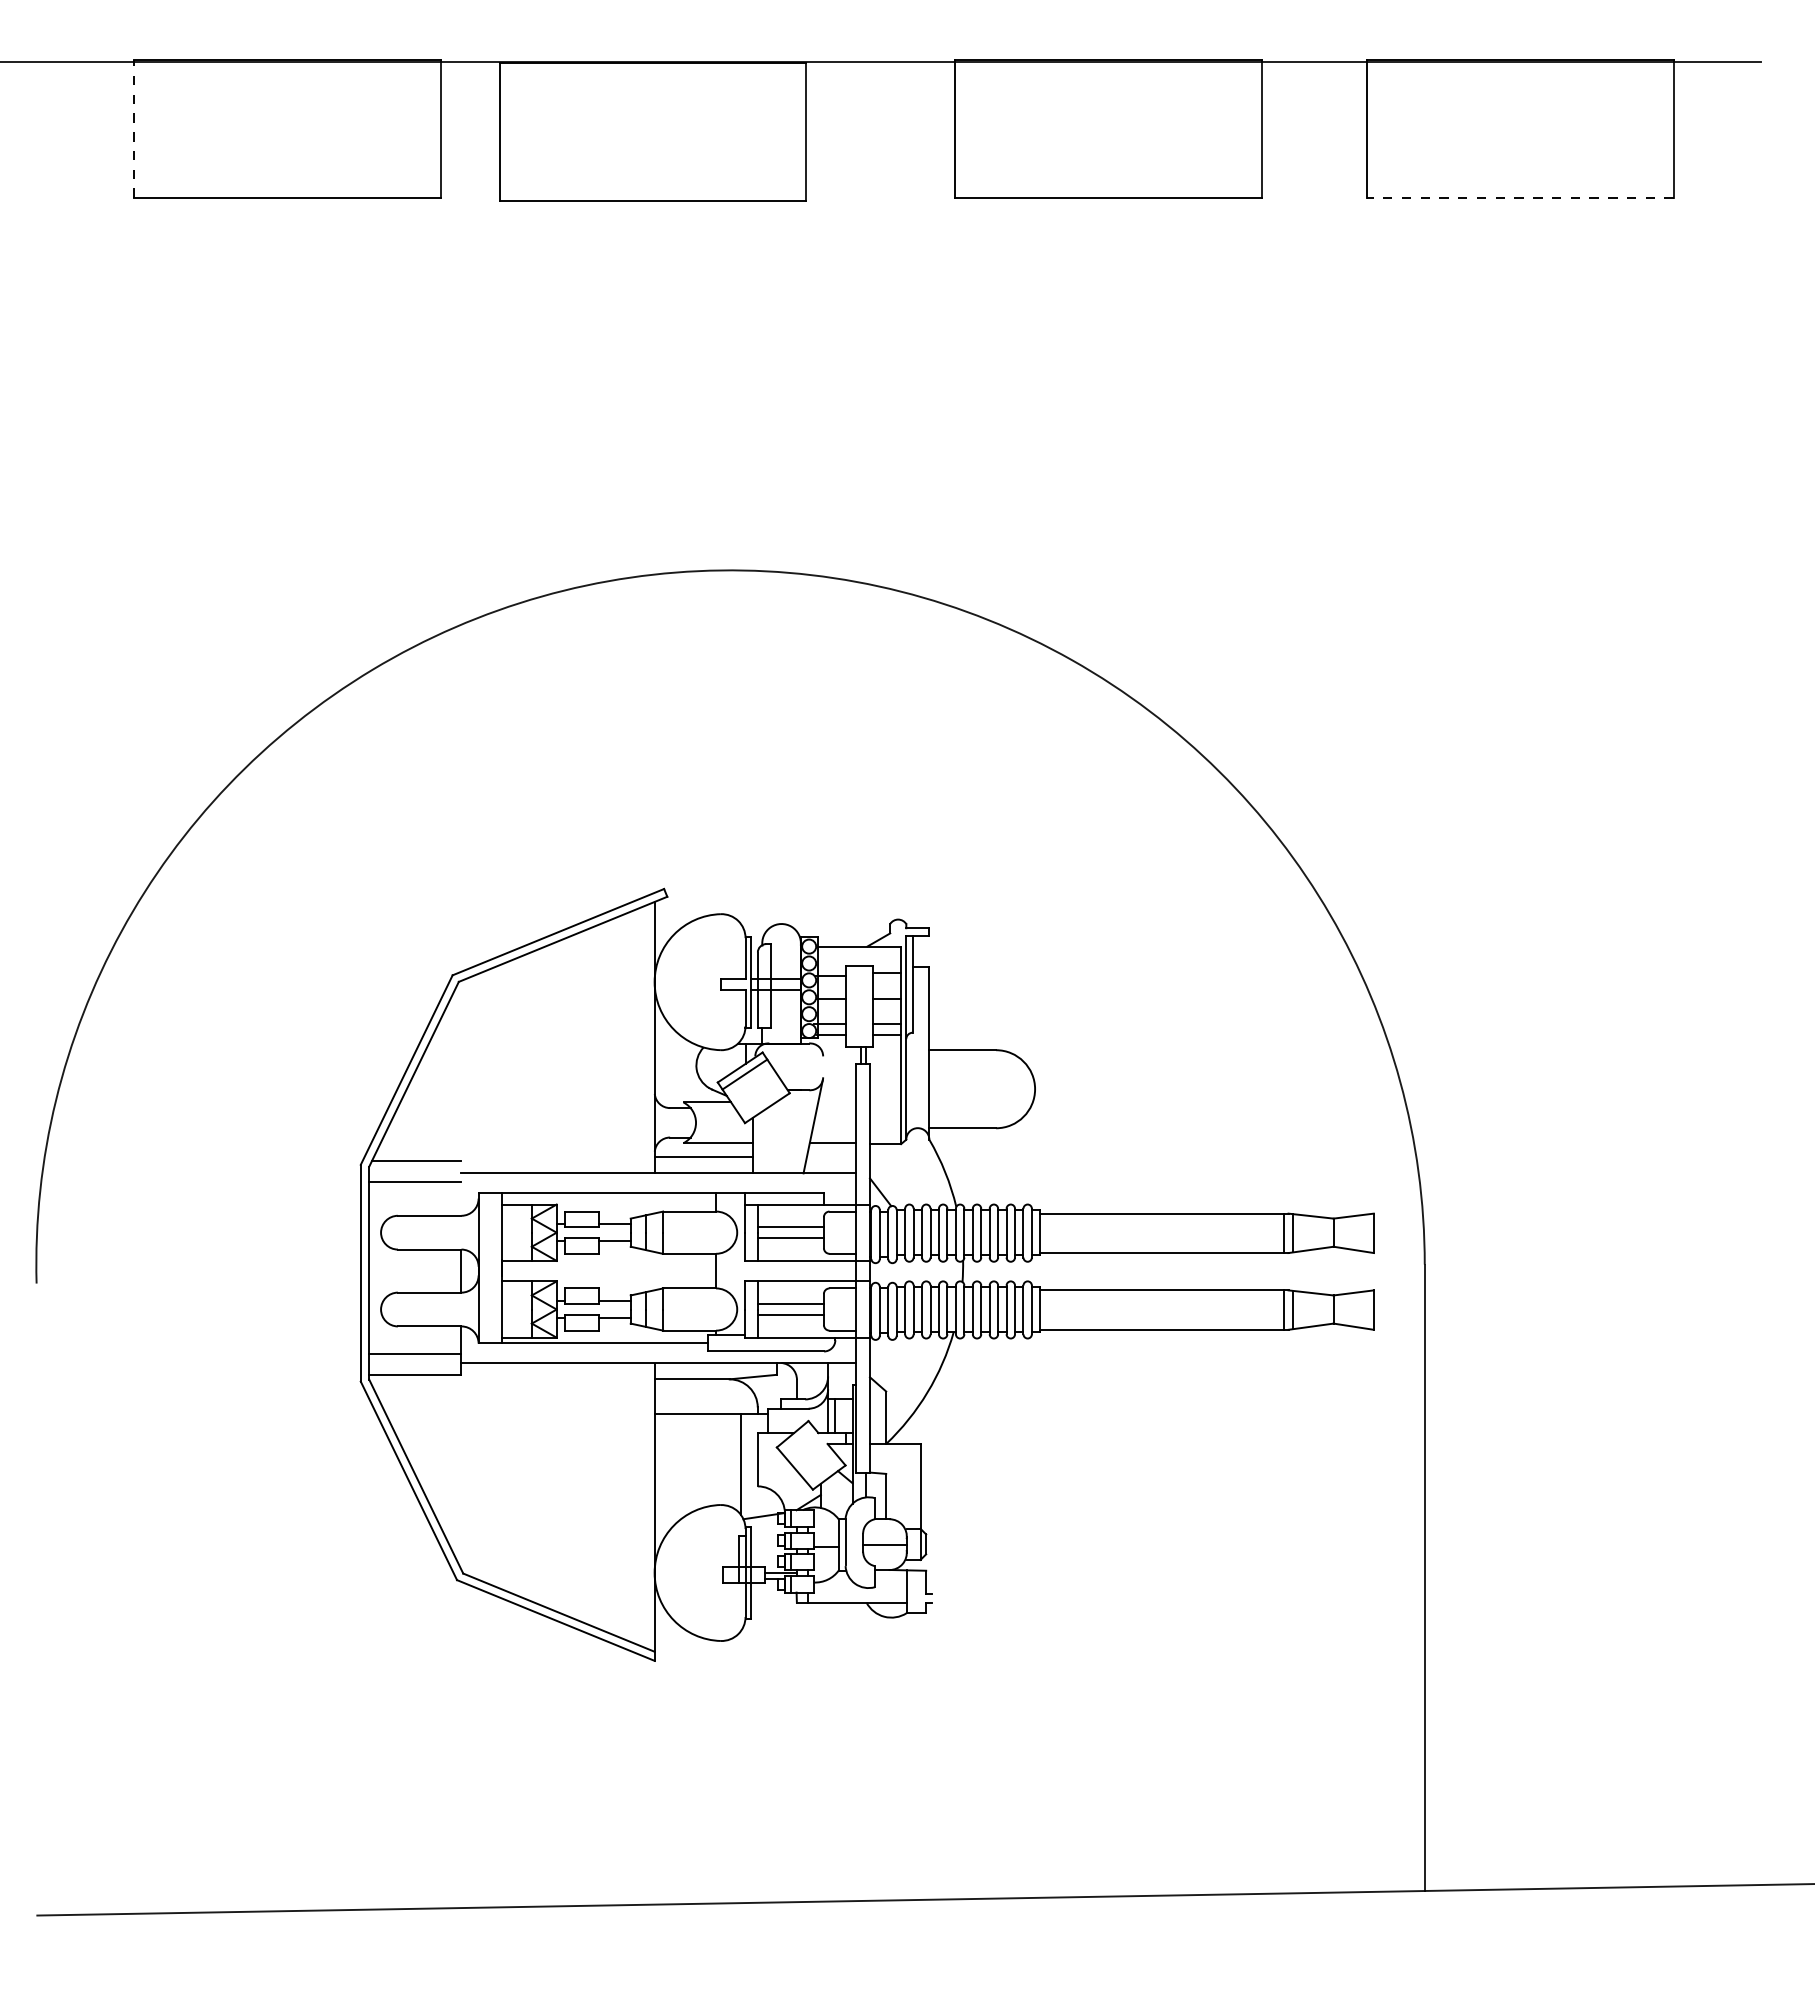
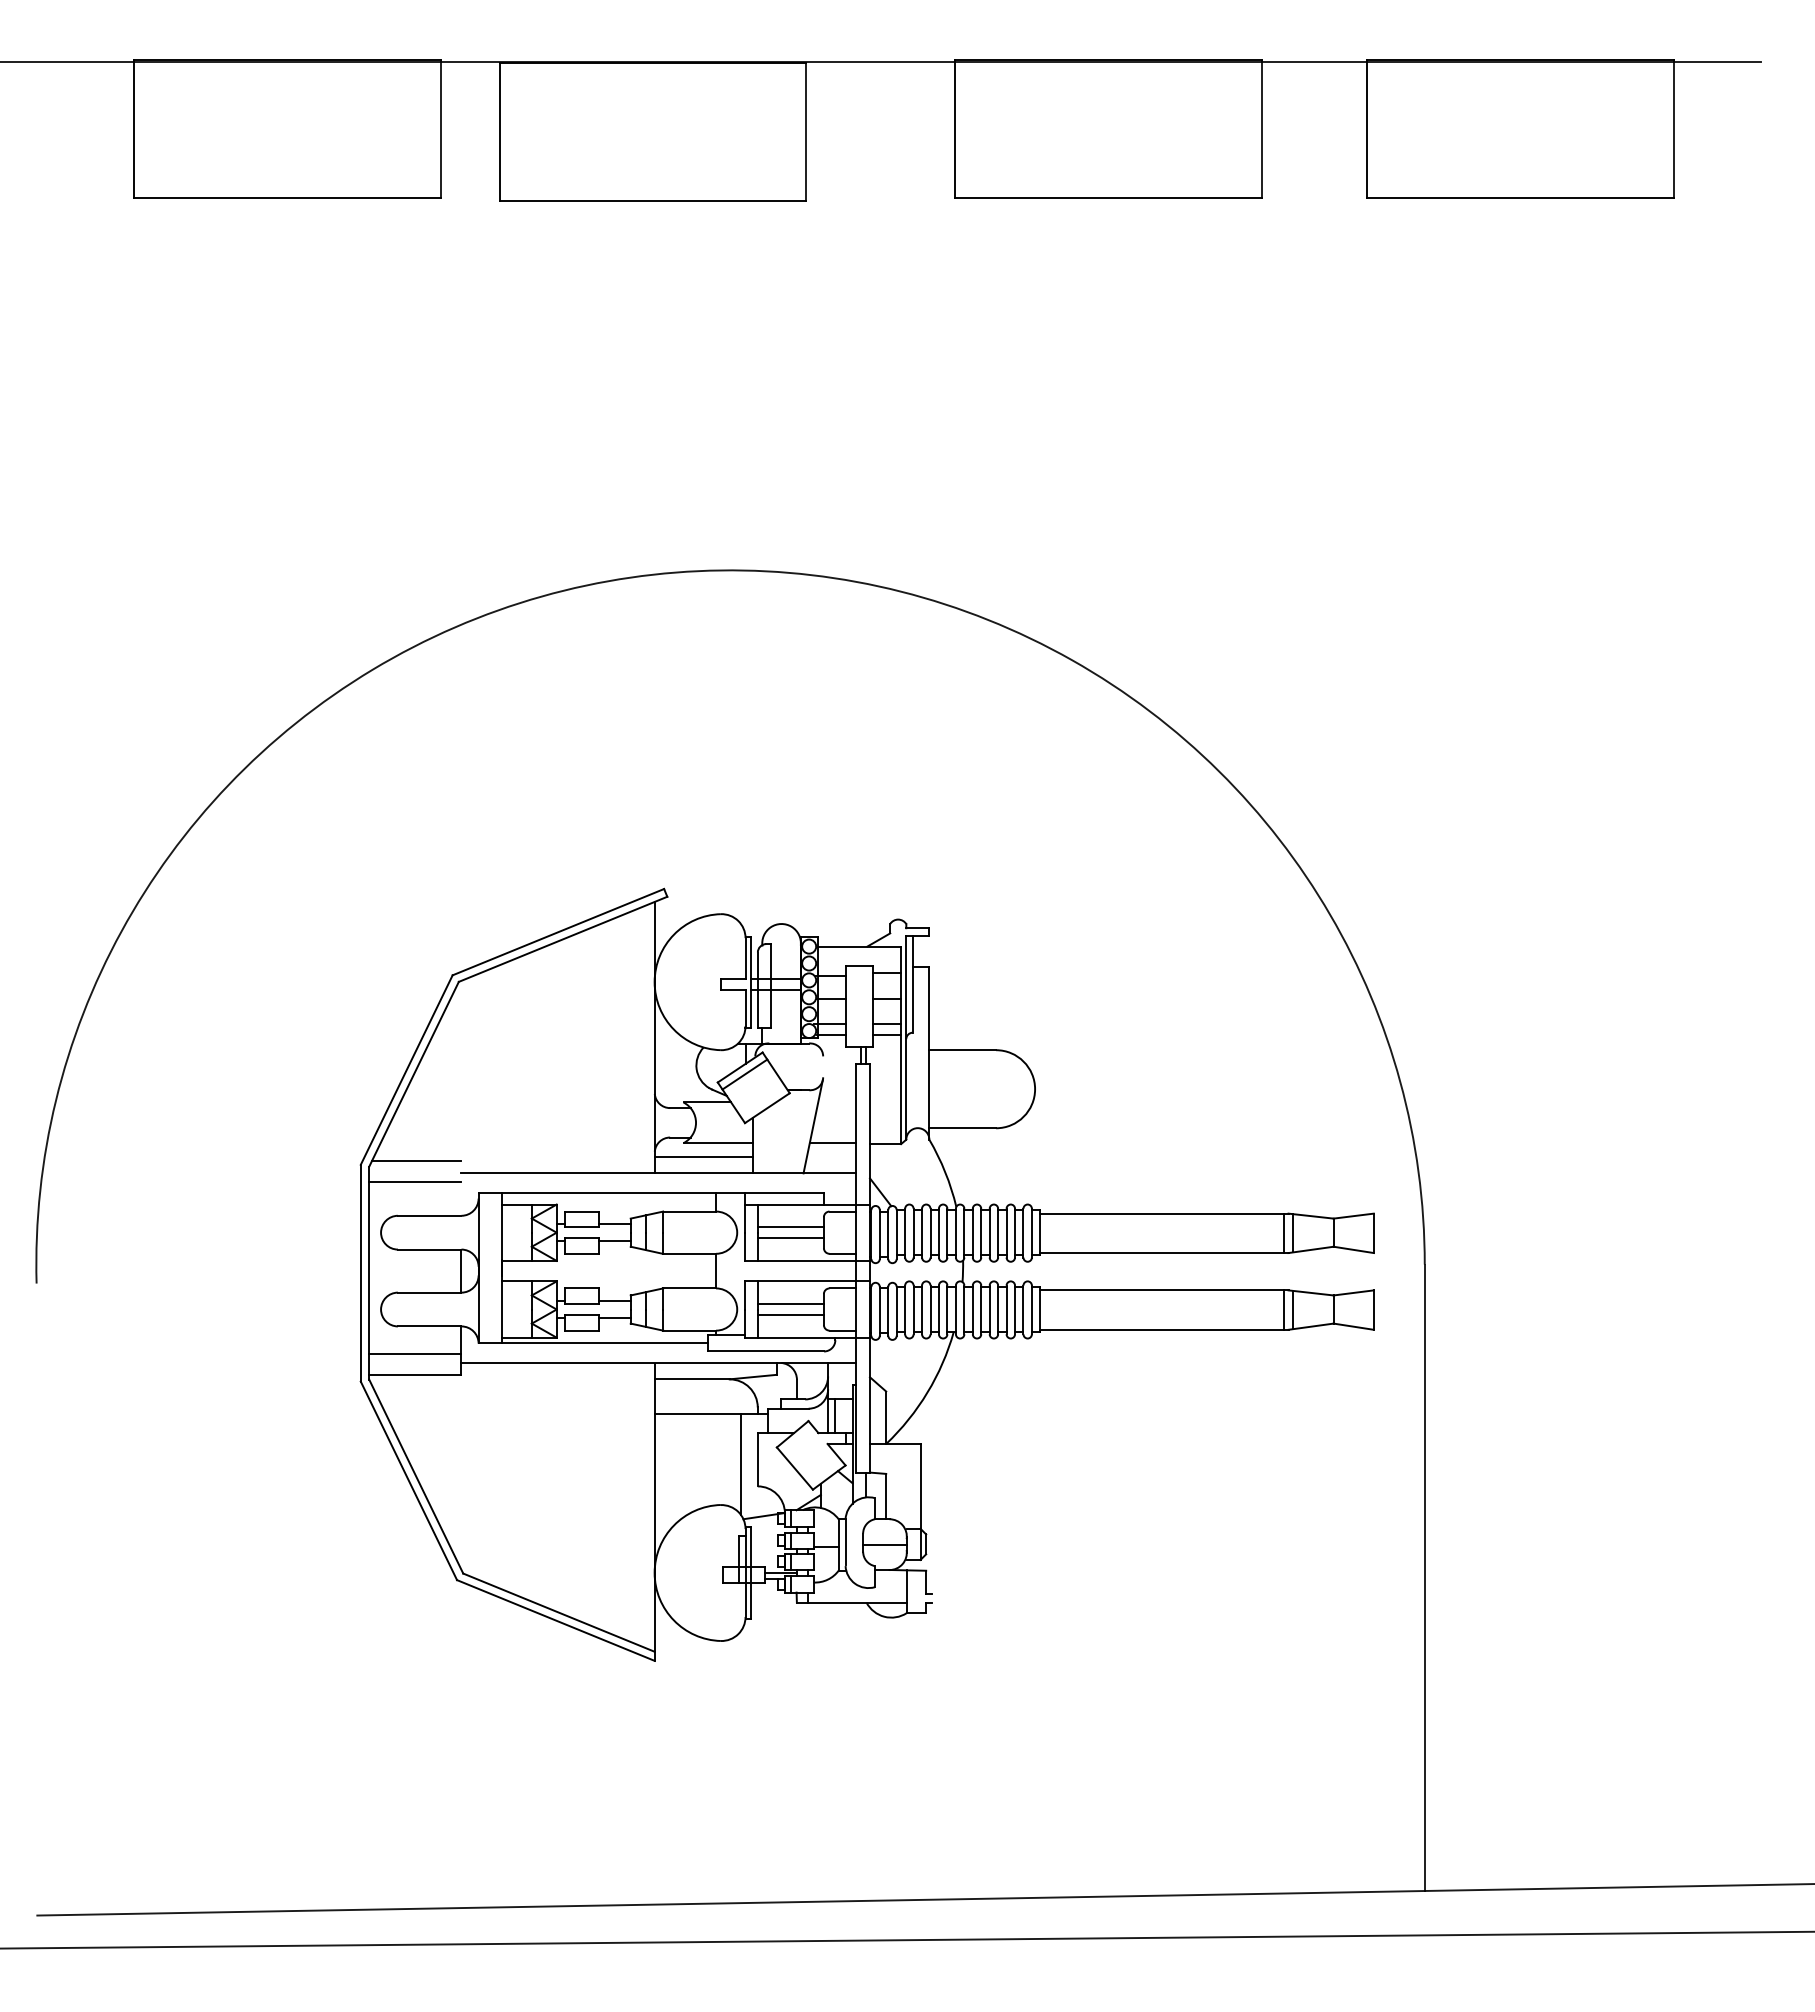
line at (134, 129): dashed -> solid
line at (1519, 197): dashed -> solid
line at (906, 1939): none -> present
